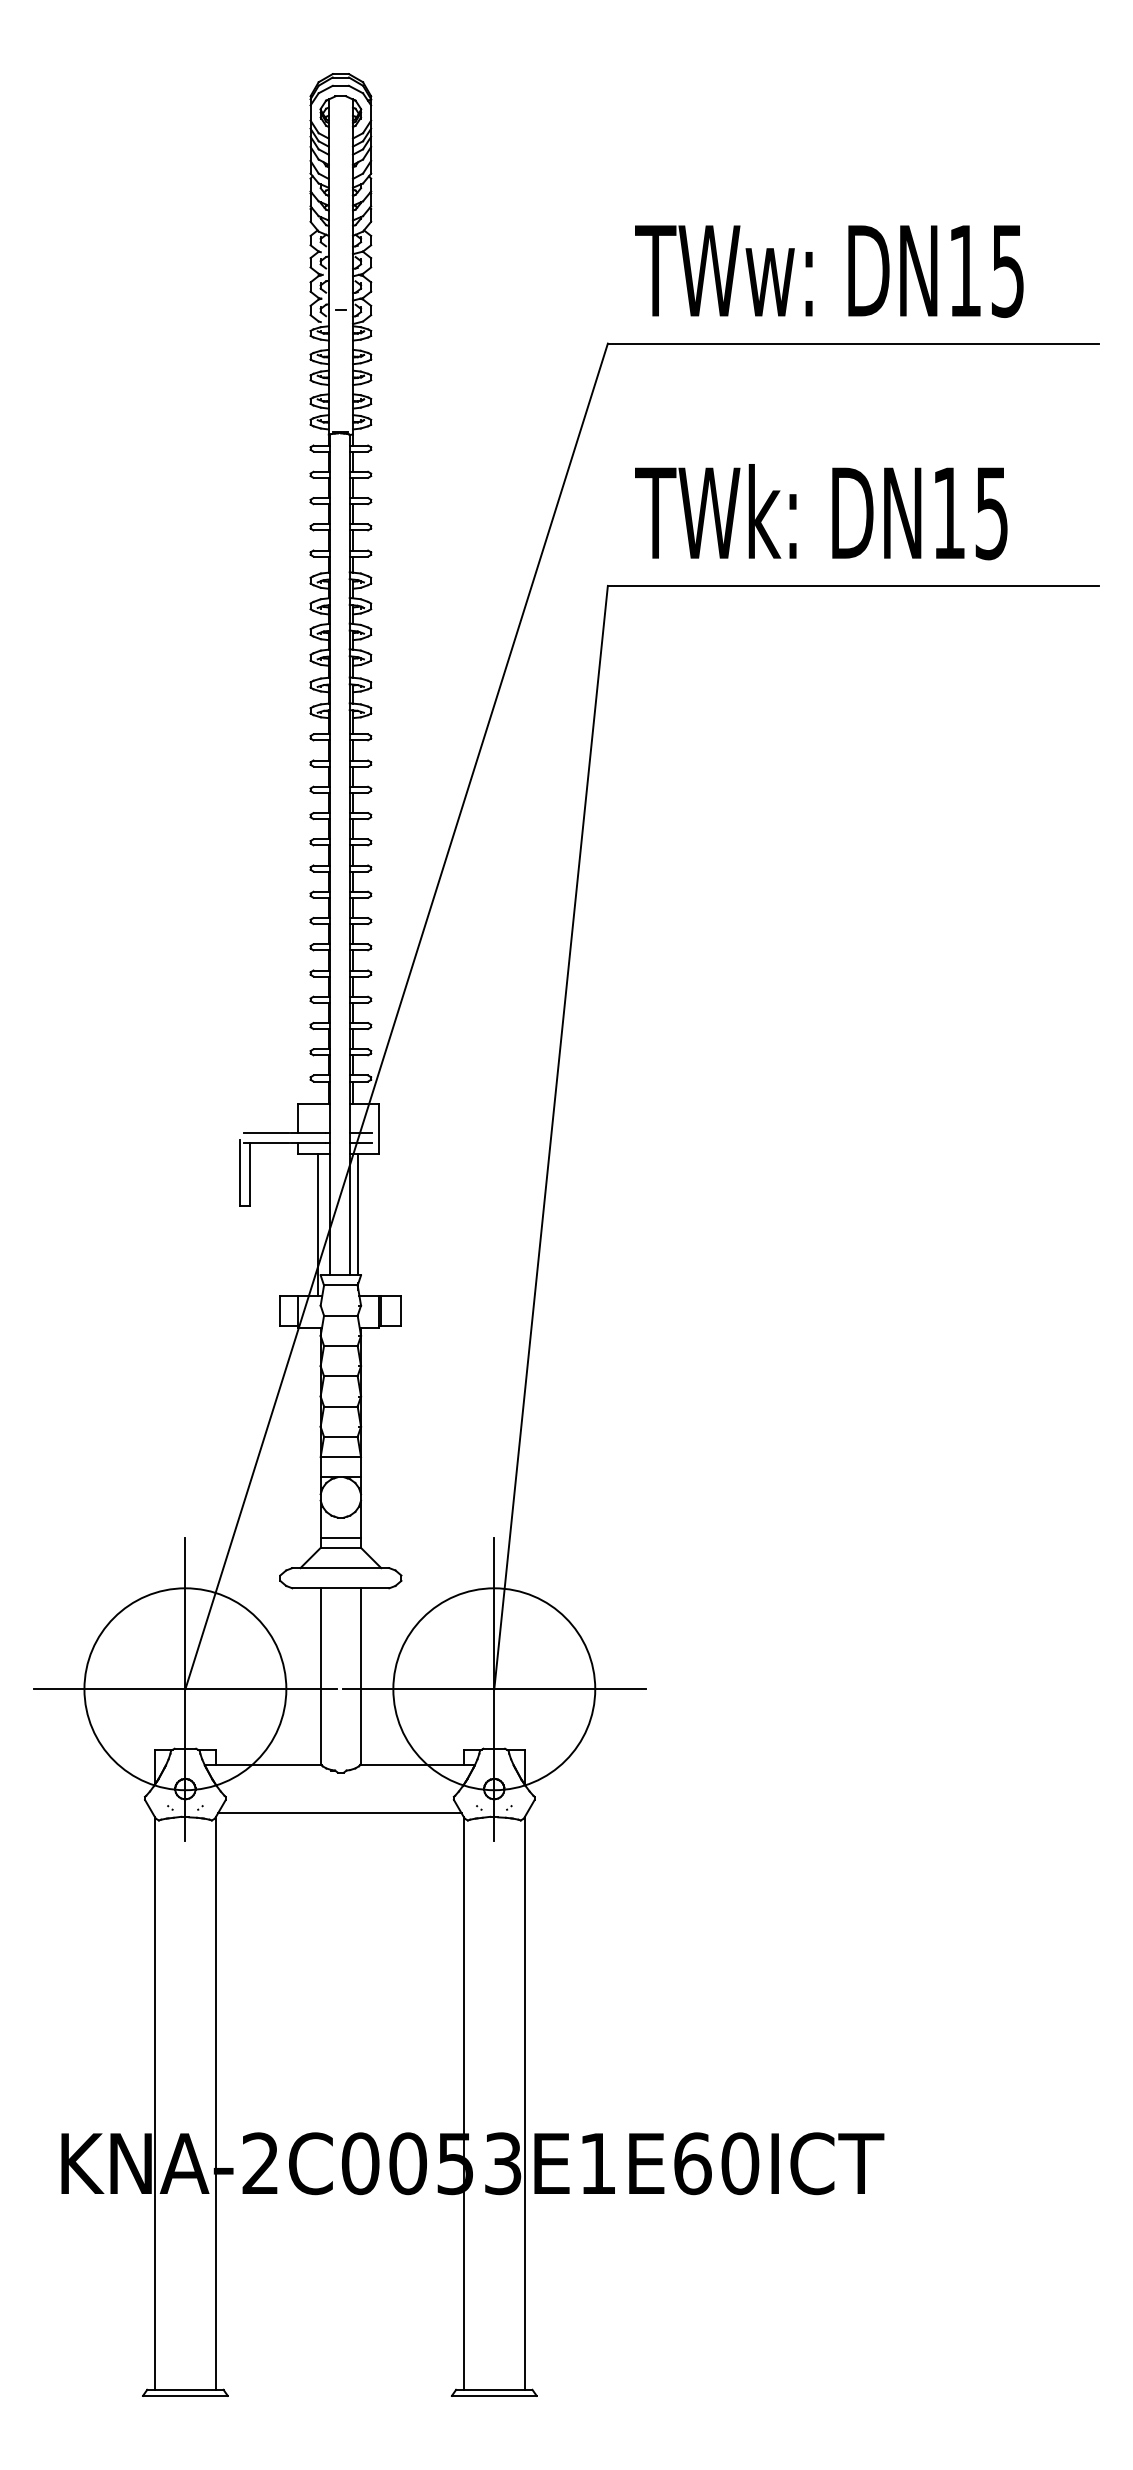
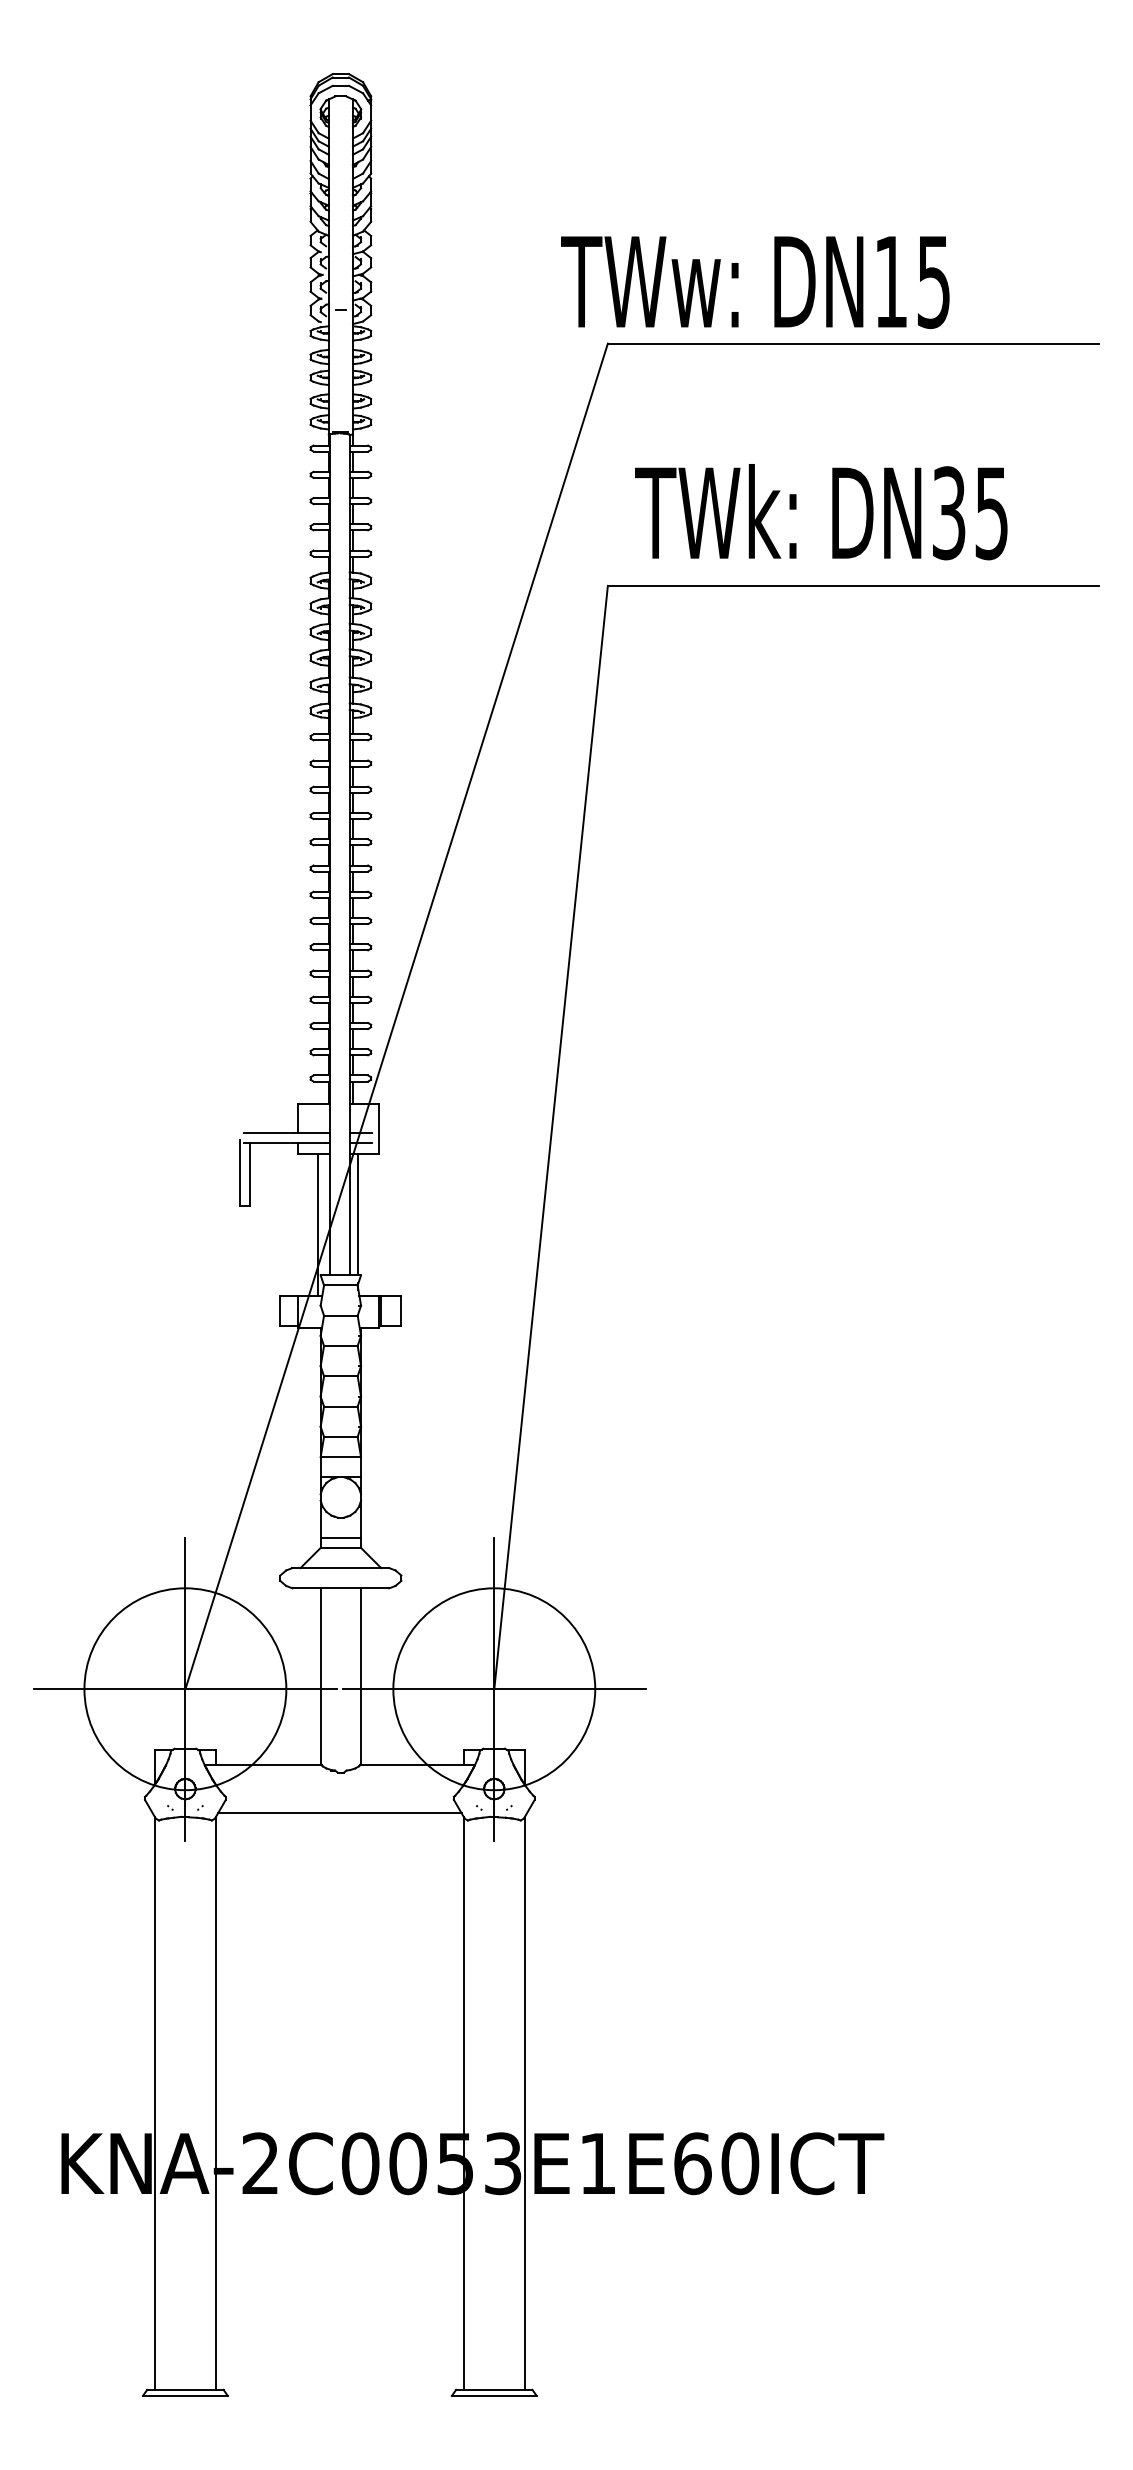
text at (829, 271) position: (829, 271) -> (755, 282)
text at (949, 513): DN15 -> DN35
